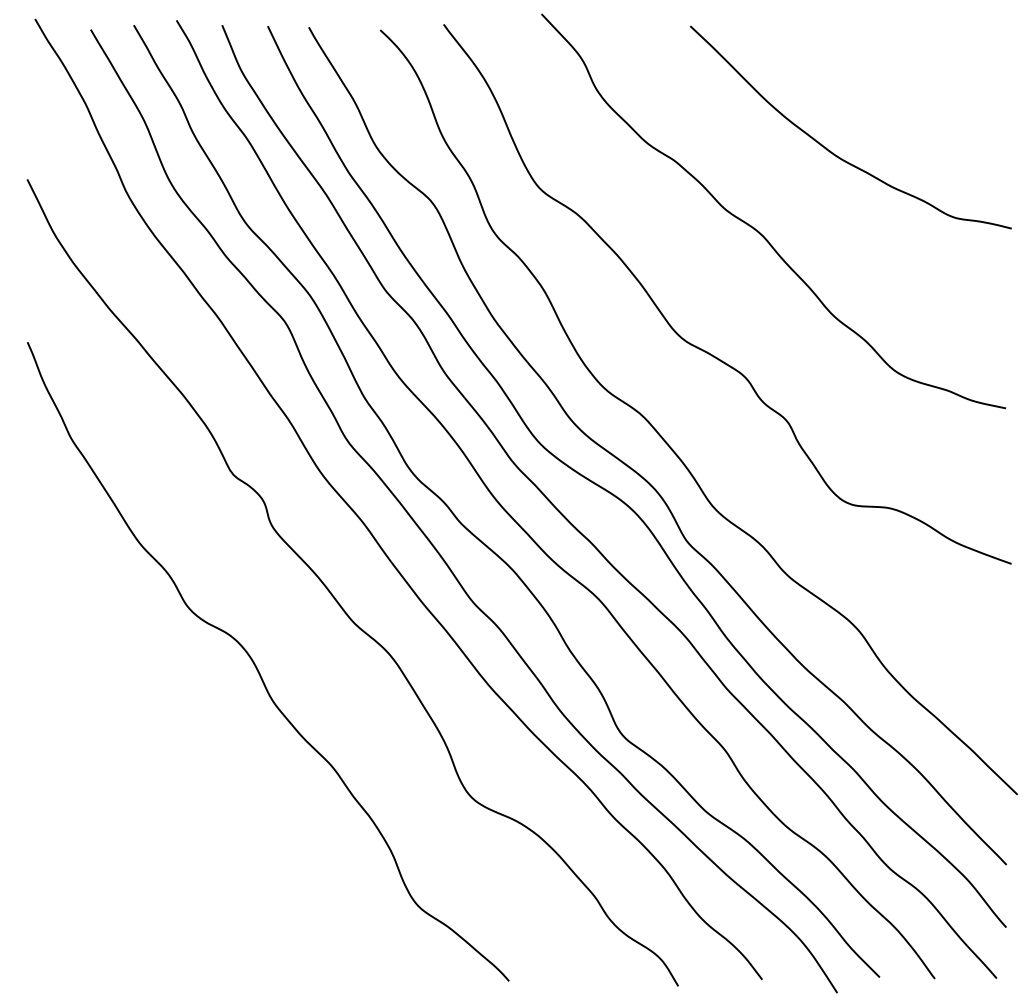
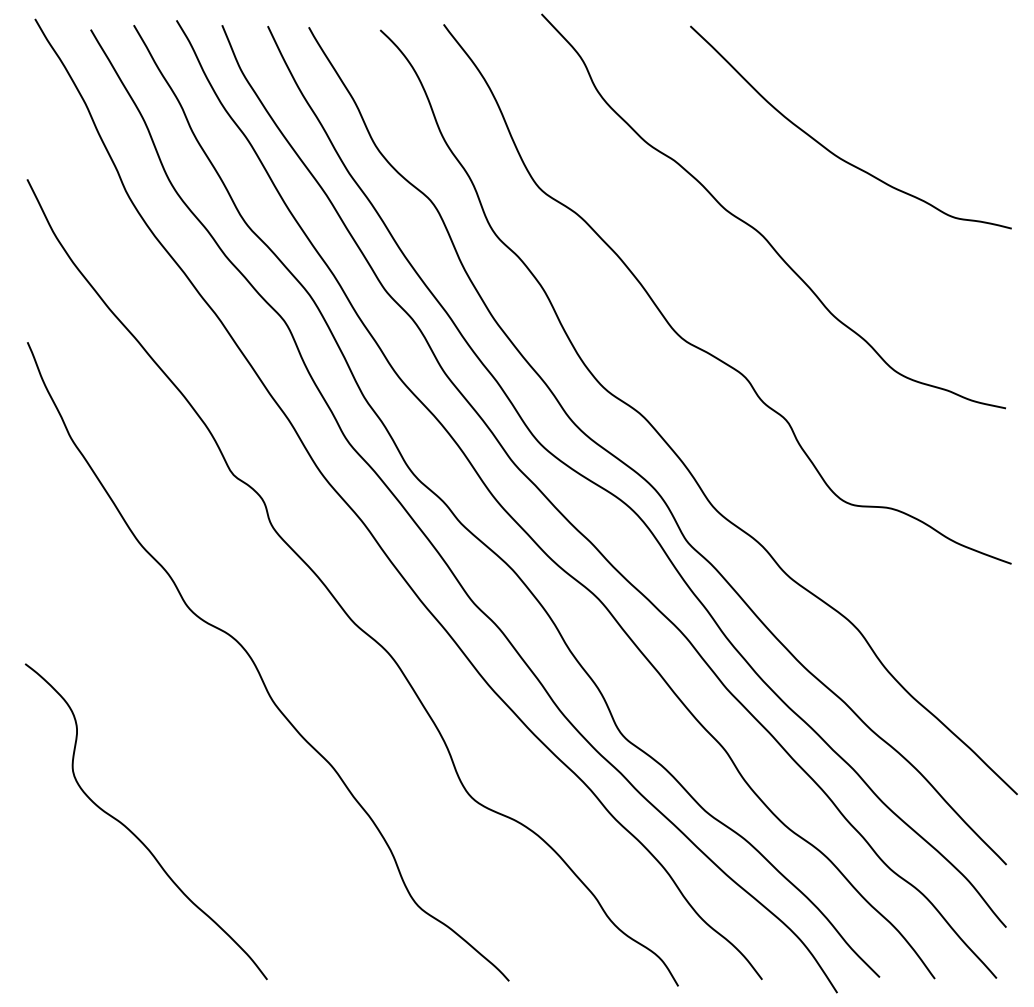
curve at (133, 832): none -> present
